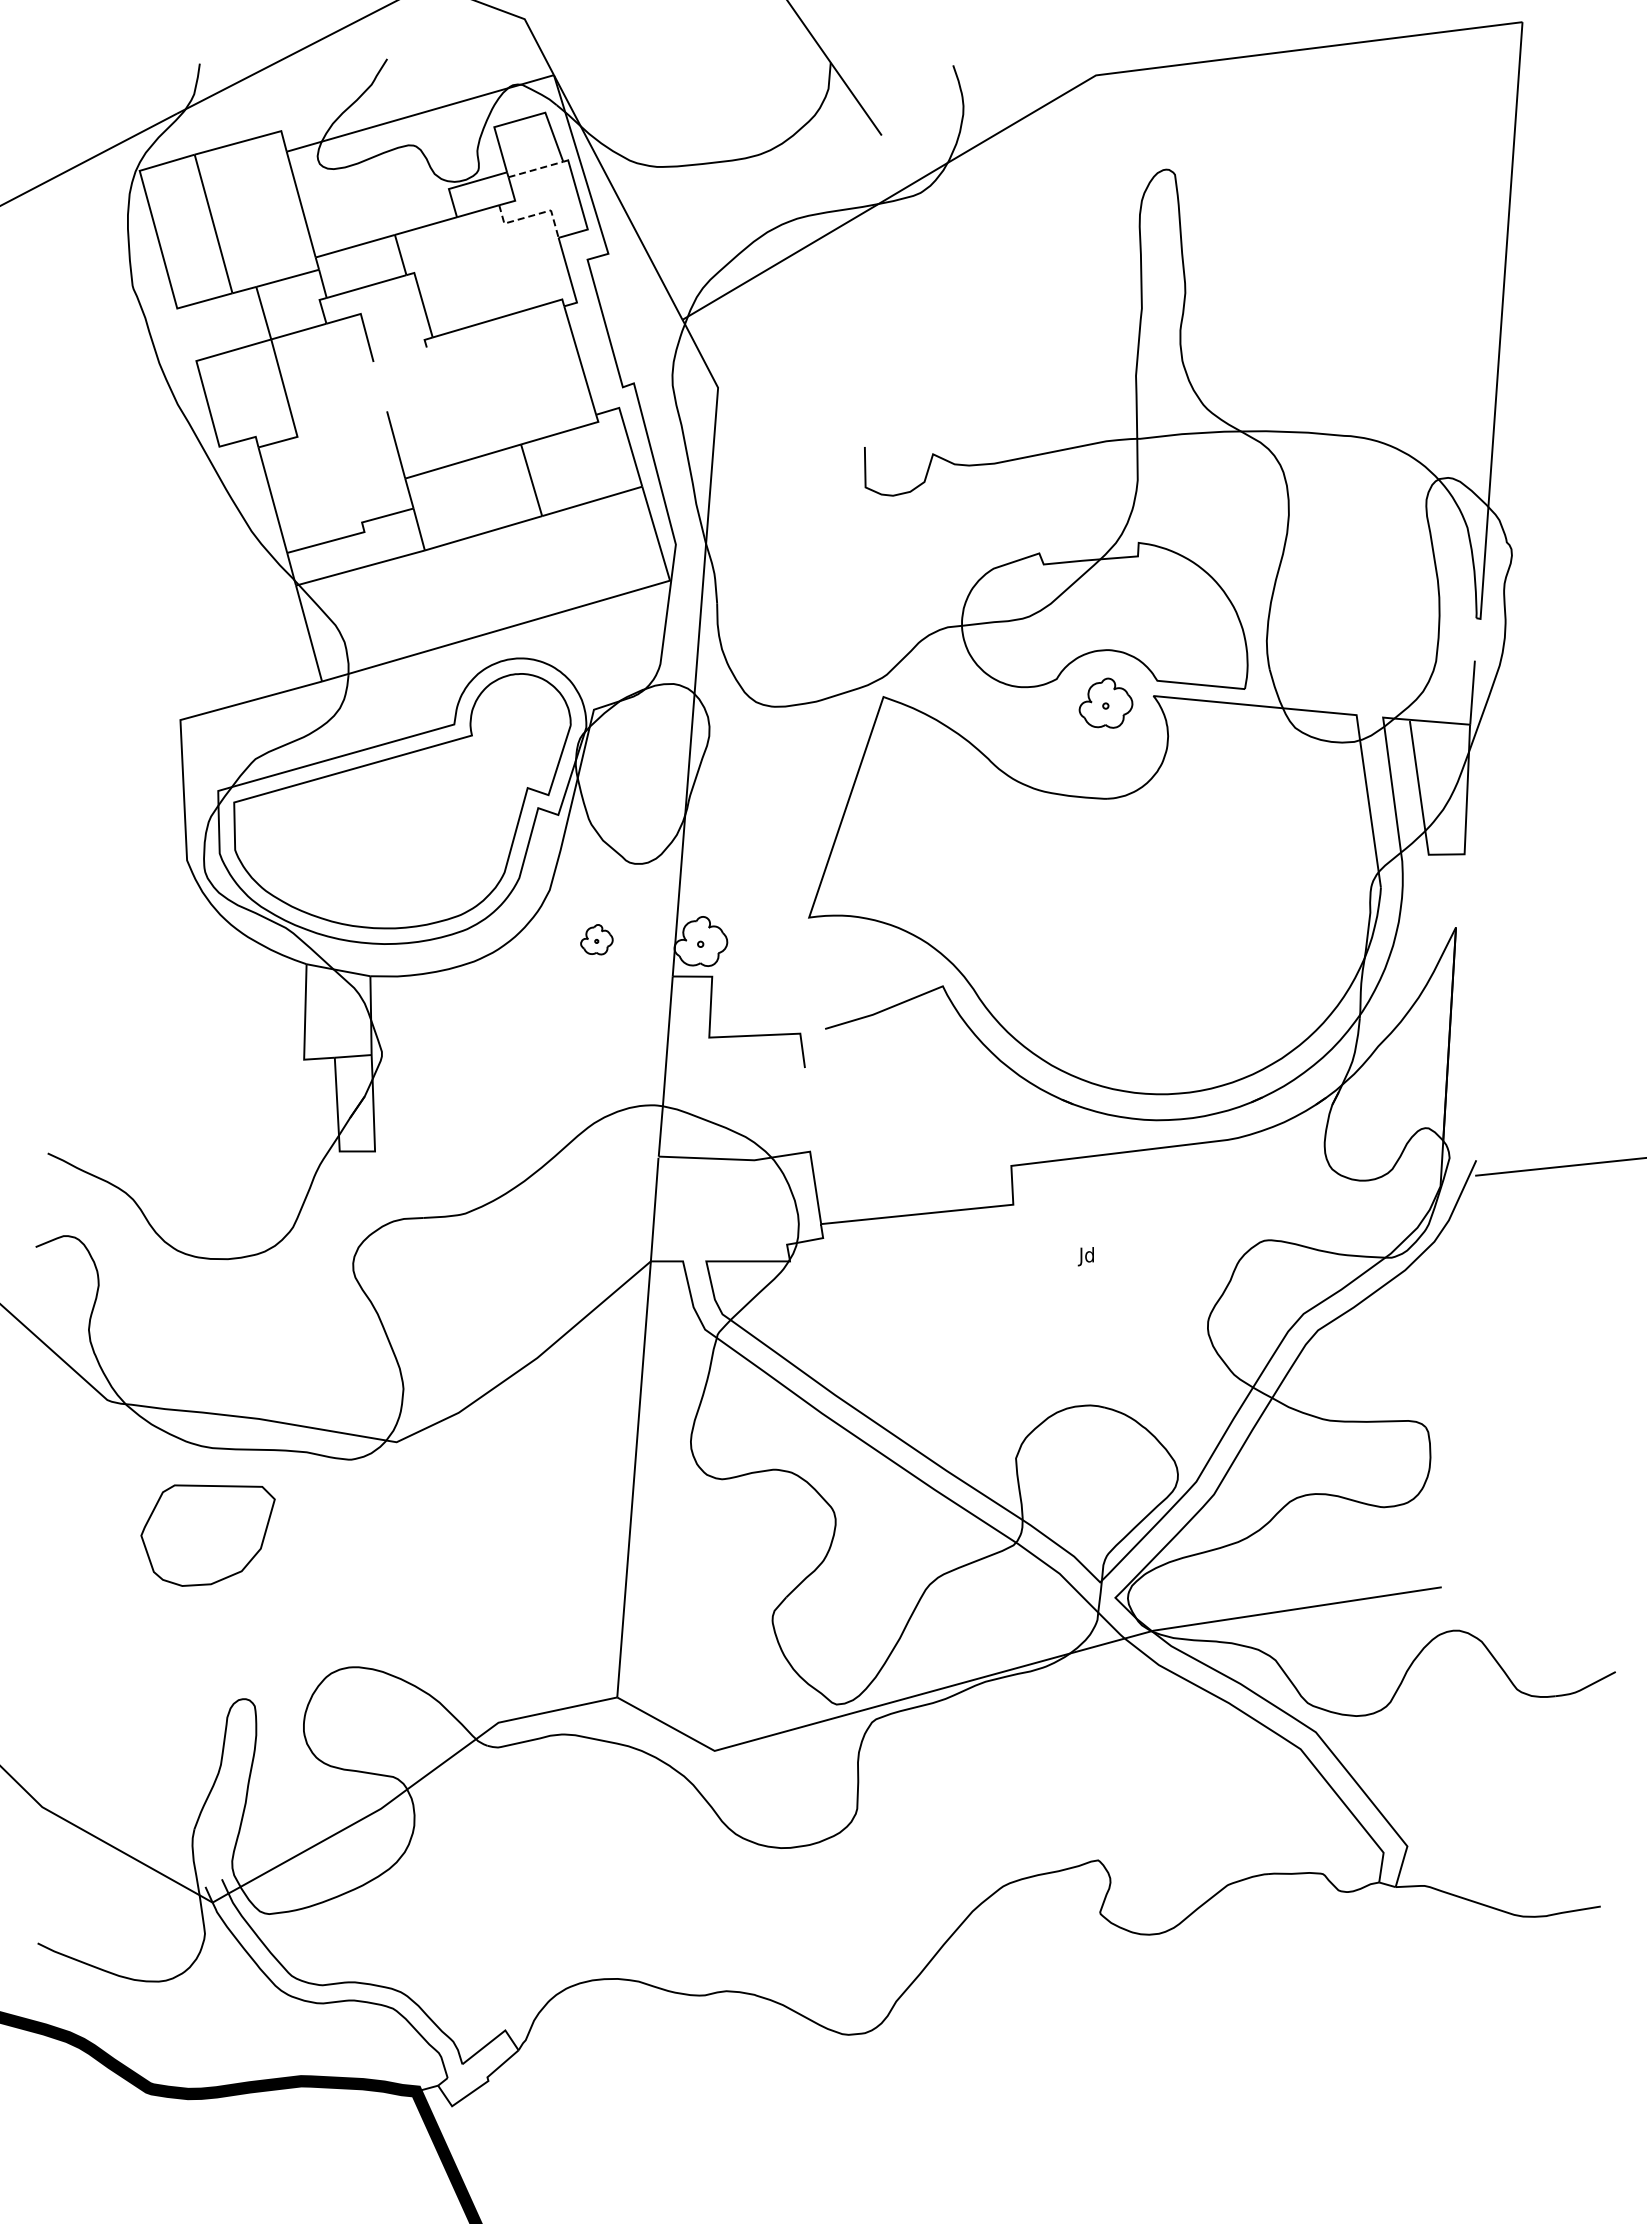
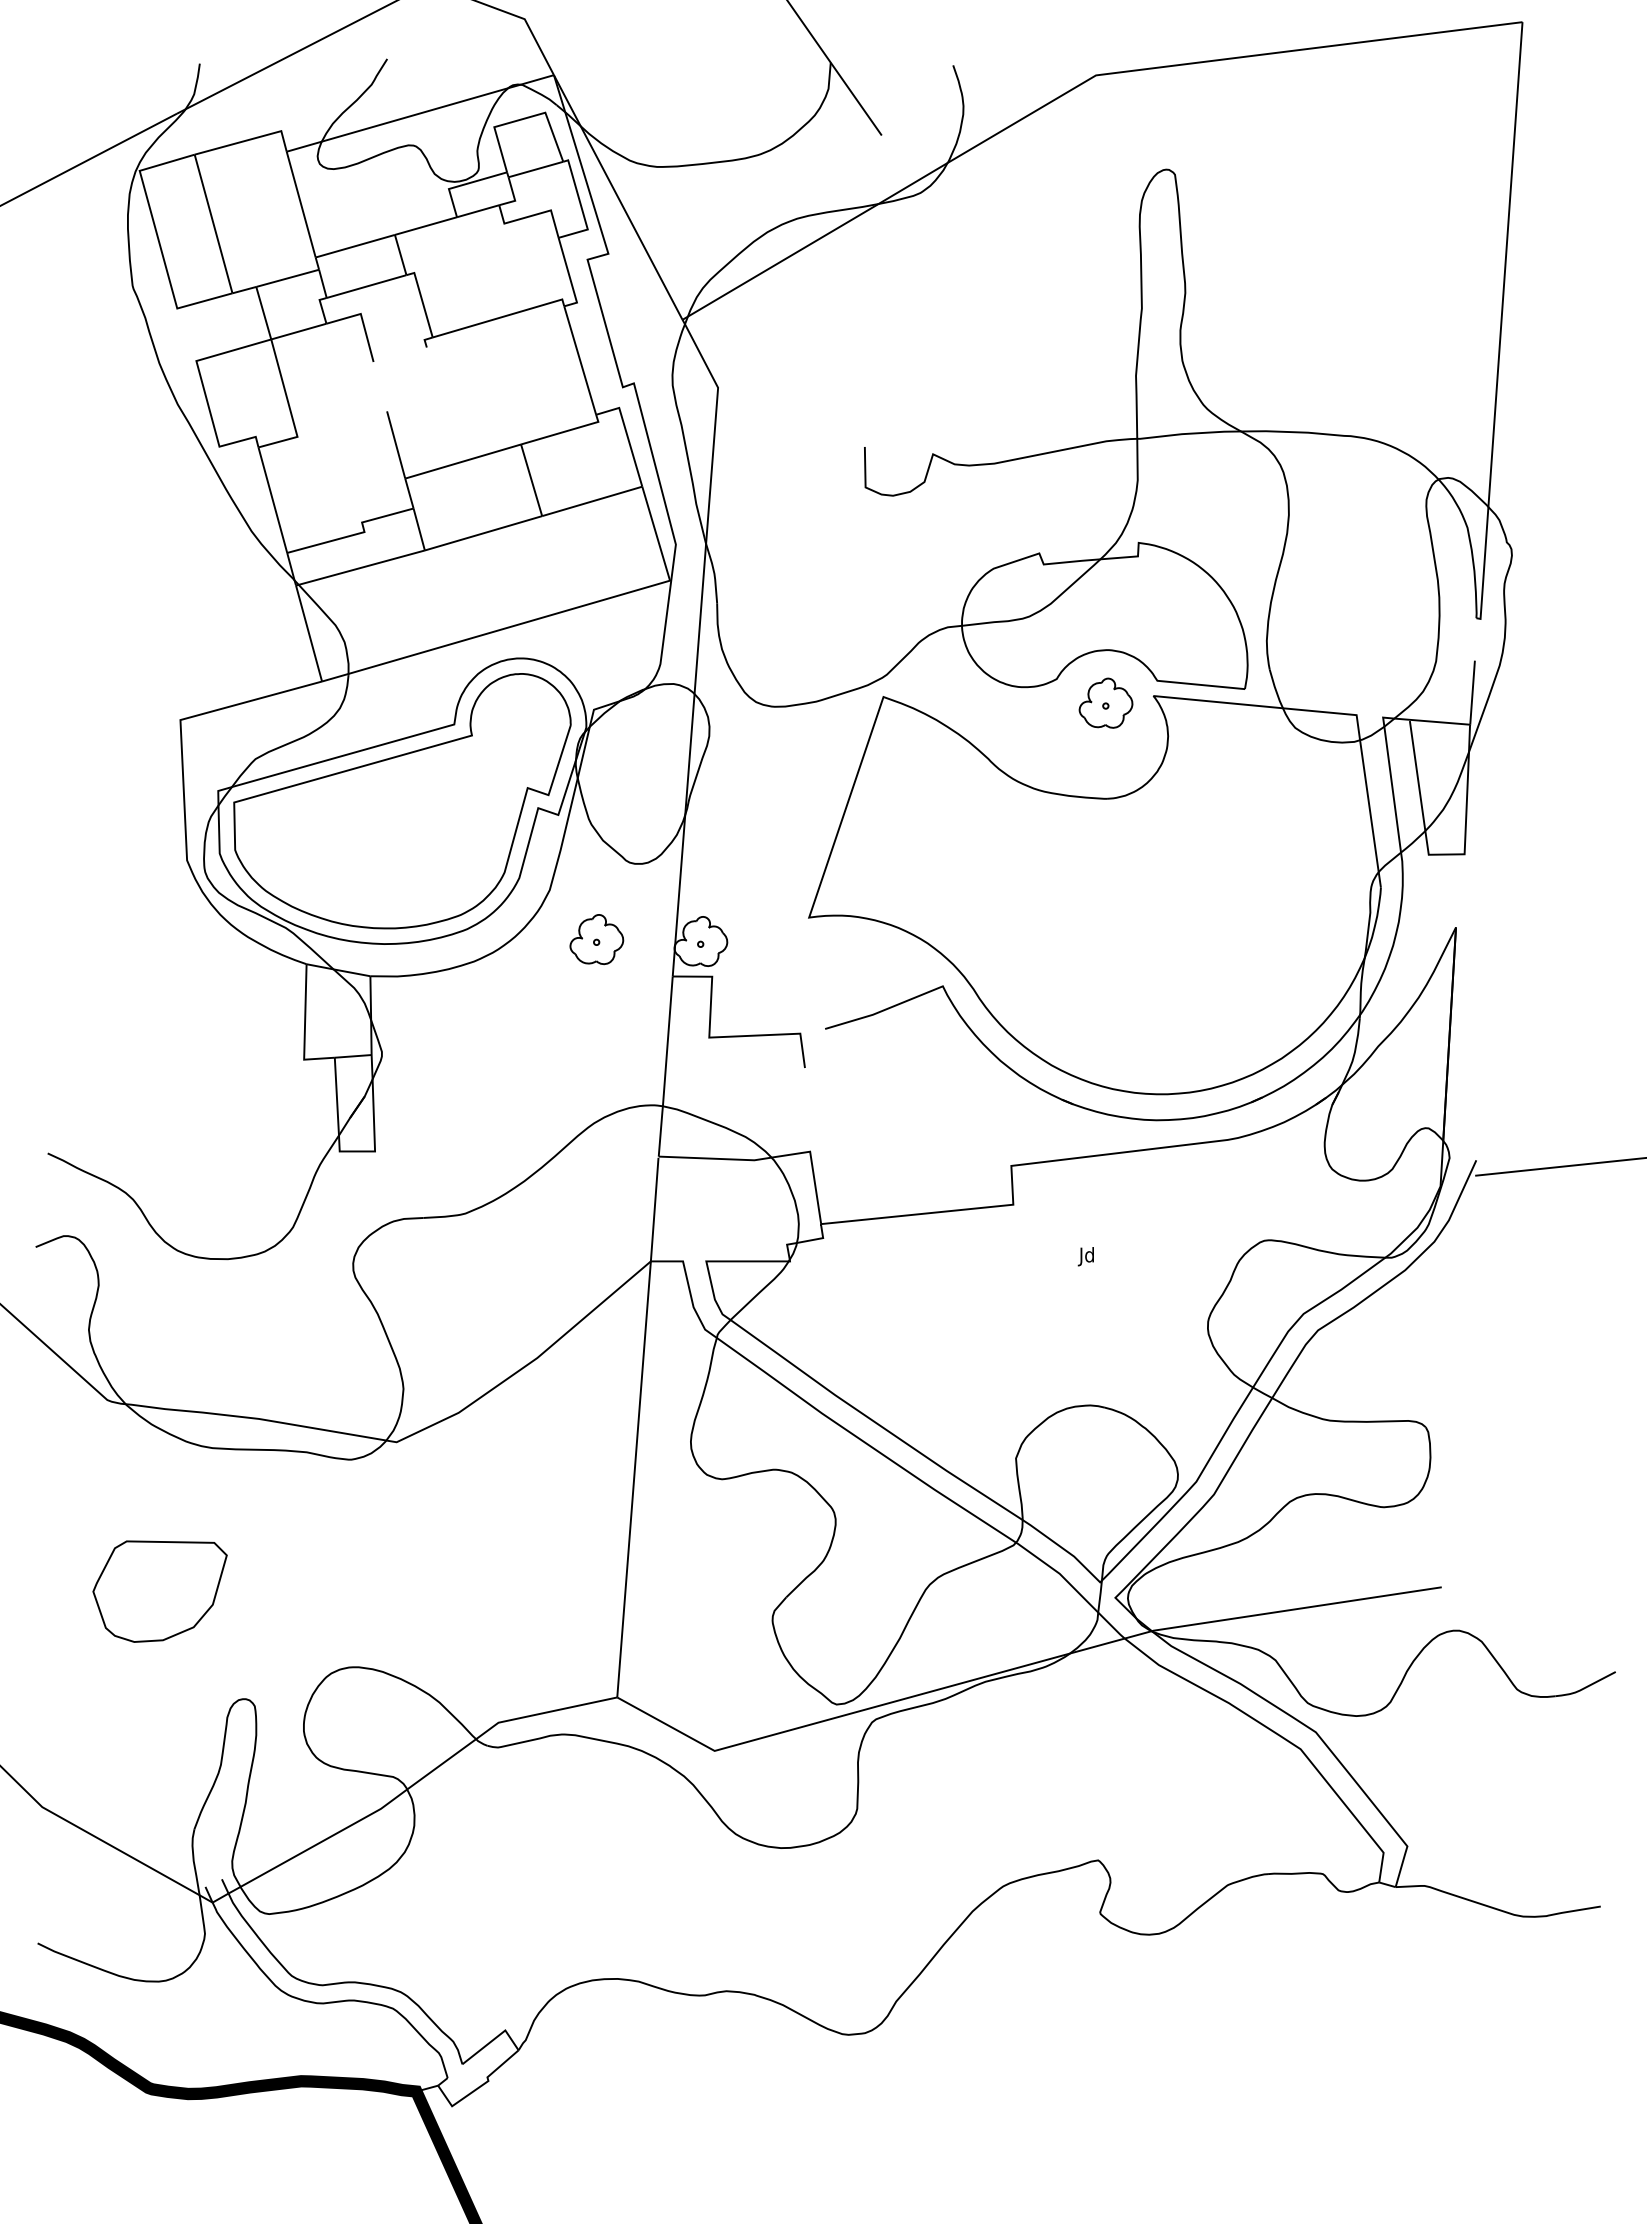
line at (536, 169): dashed -> solid
line at (531, 215): dashed -> solid
part at (596, 939) size: 34x32 px -> 56x52 px
part at (207, 1535) position: (207, 1535) -> (159, 1591)
